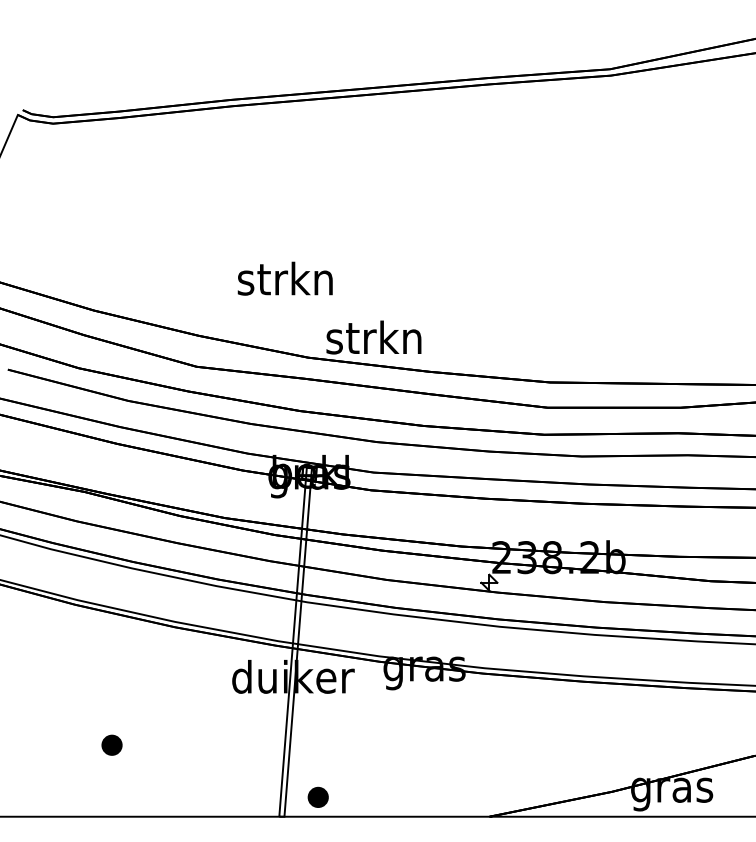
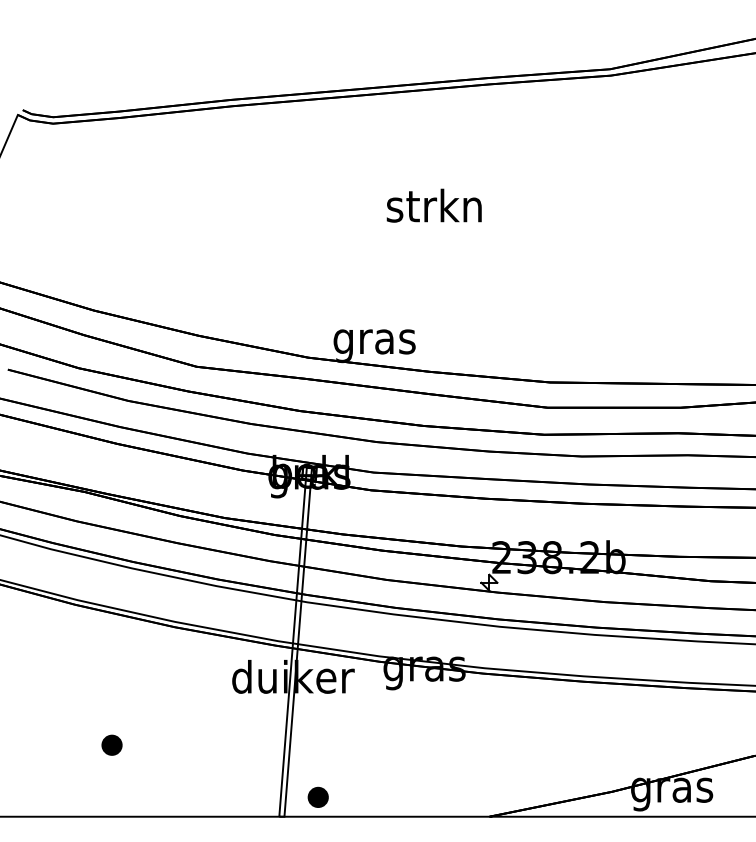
text at (284, 278) position: (284, 278) -> (433, 205)
text at (373, 341): strkn -> gras
